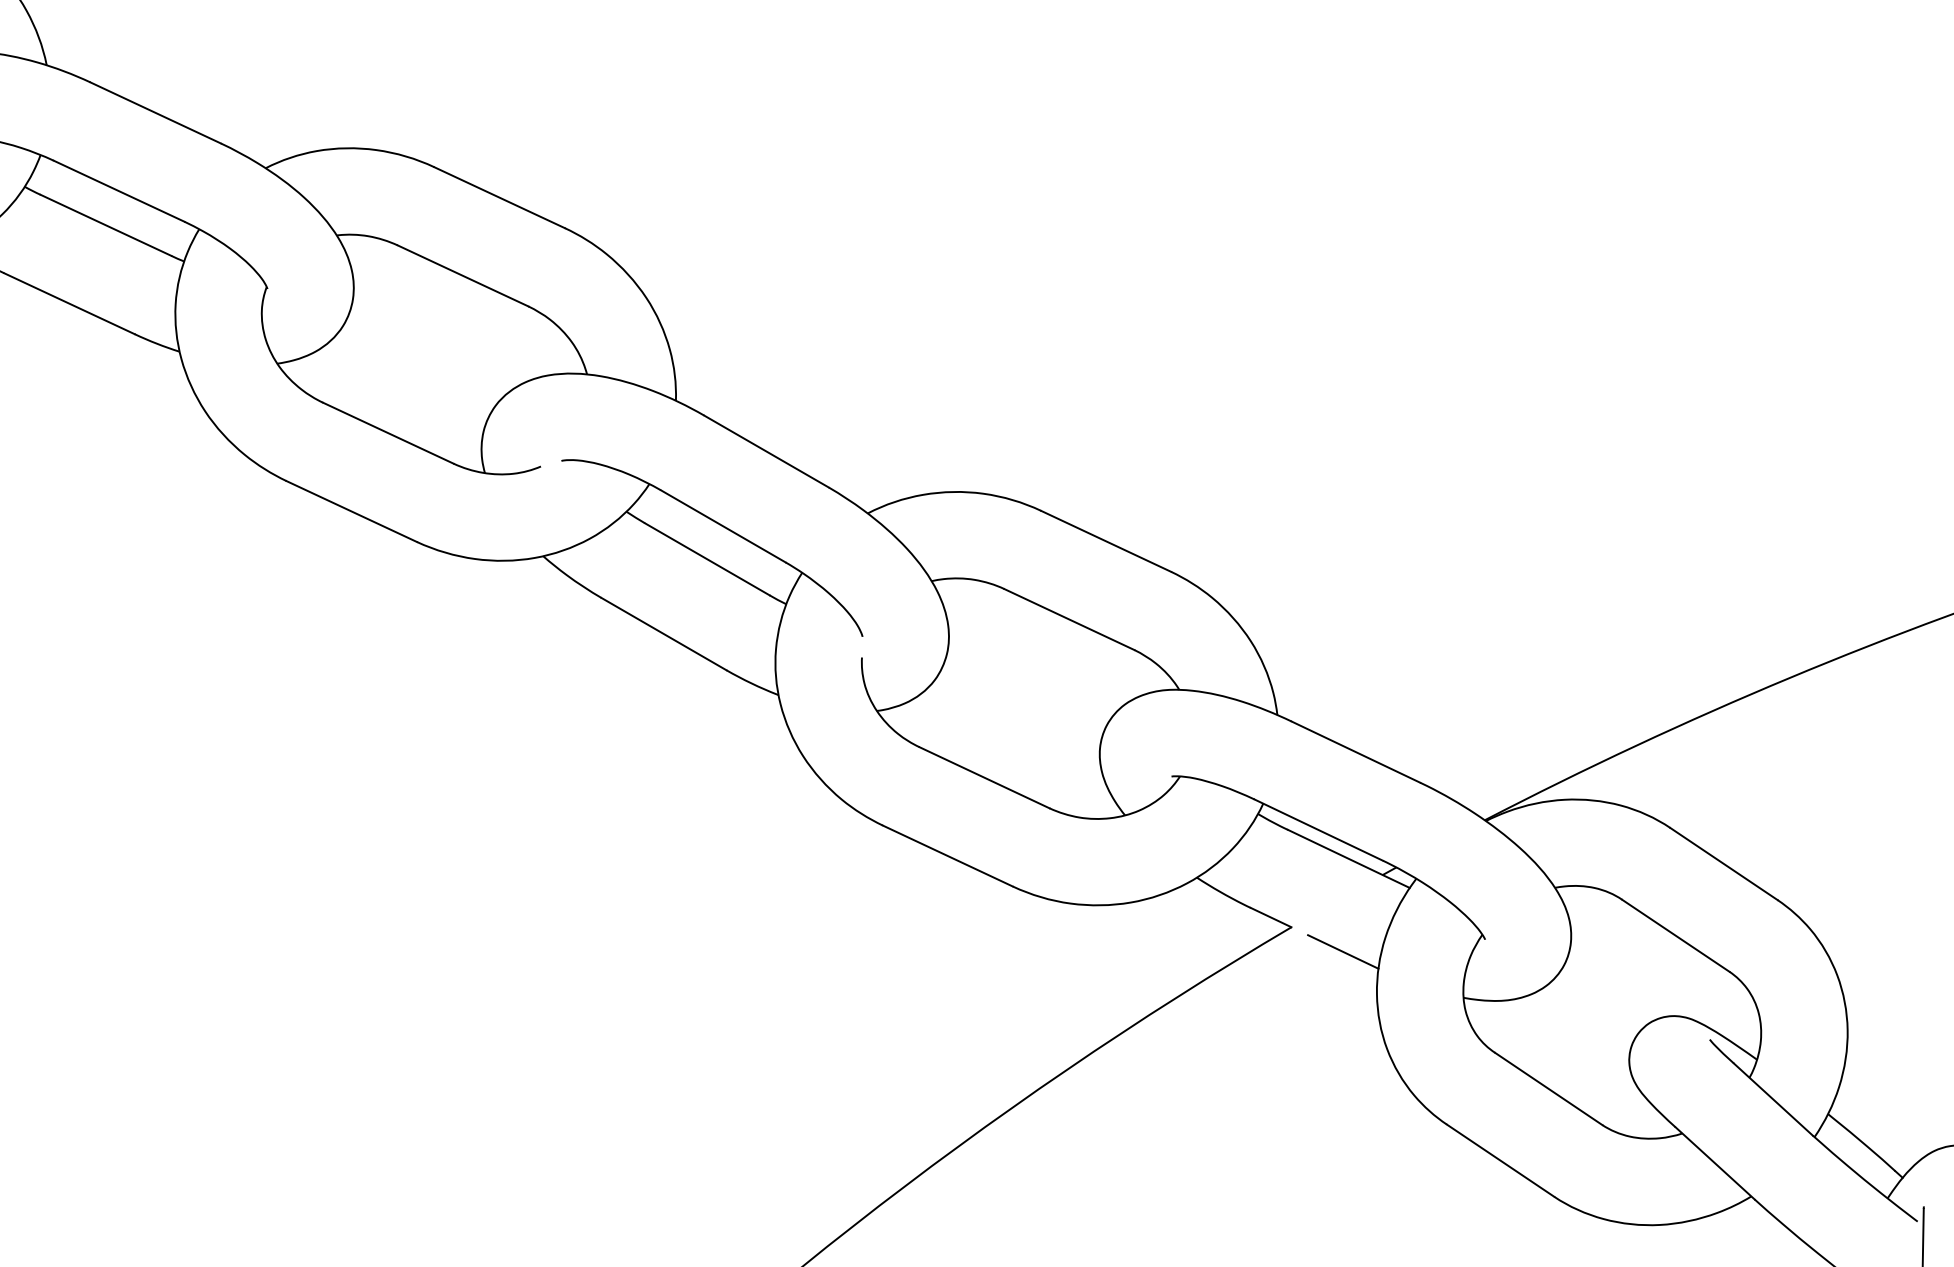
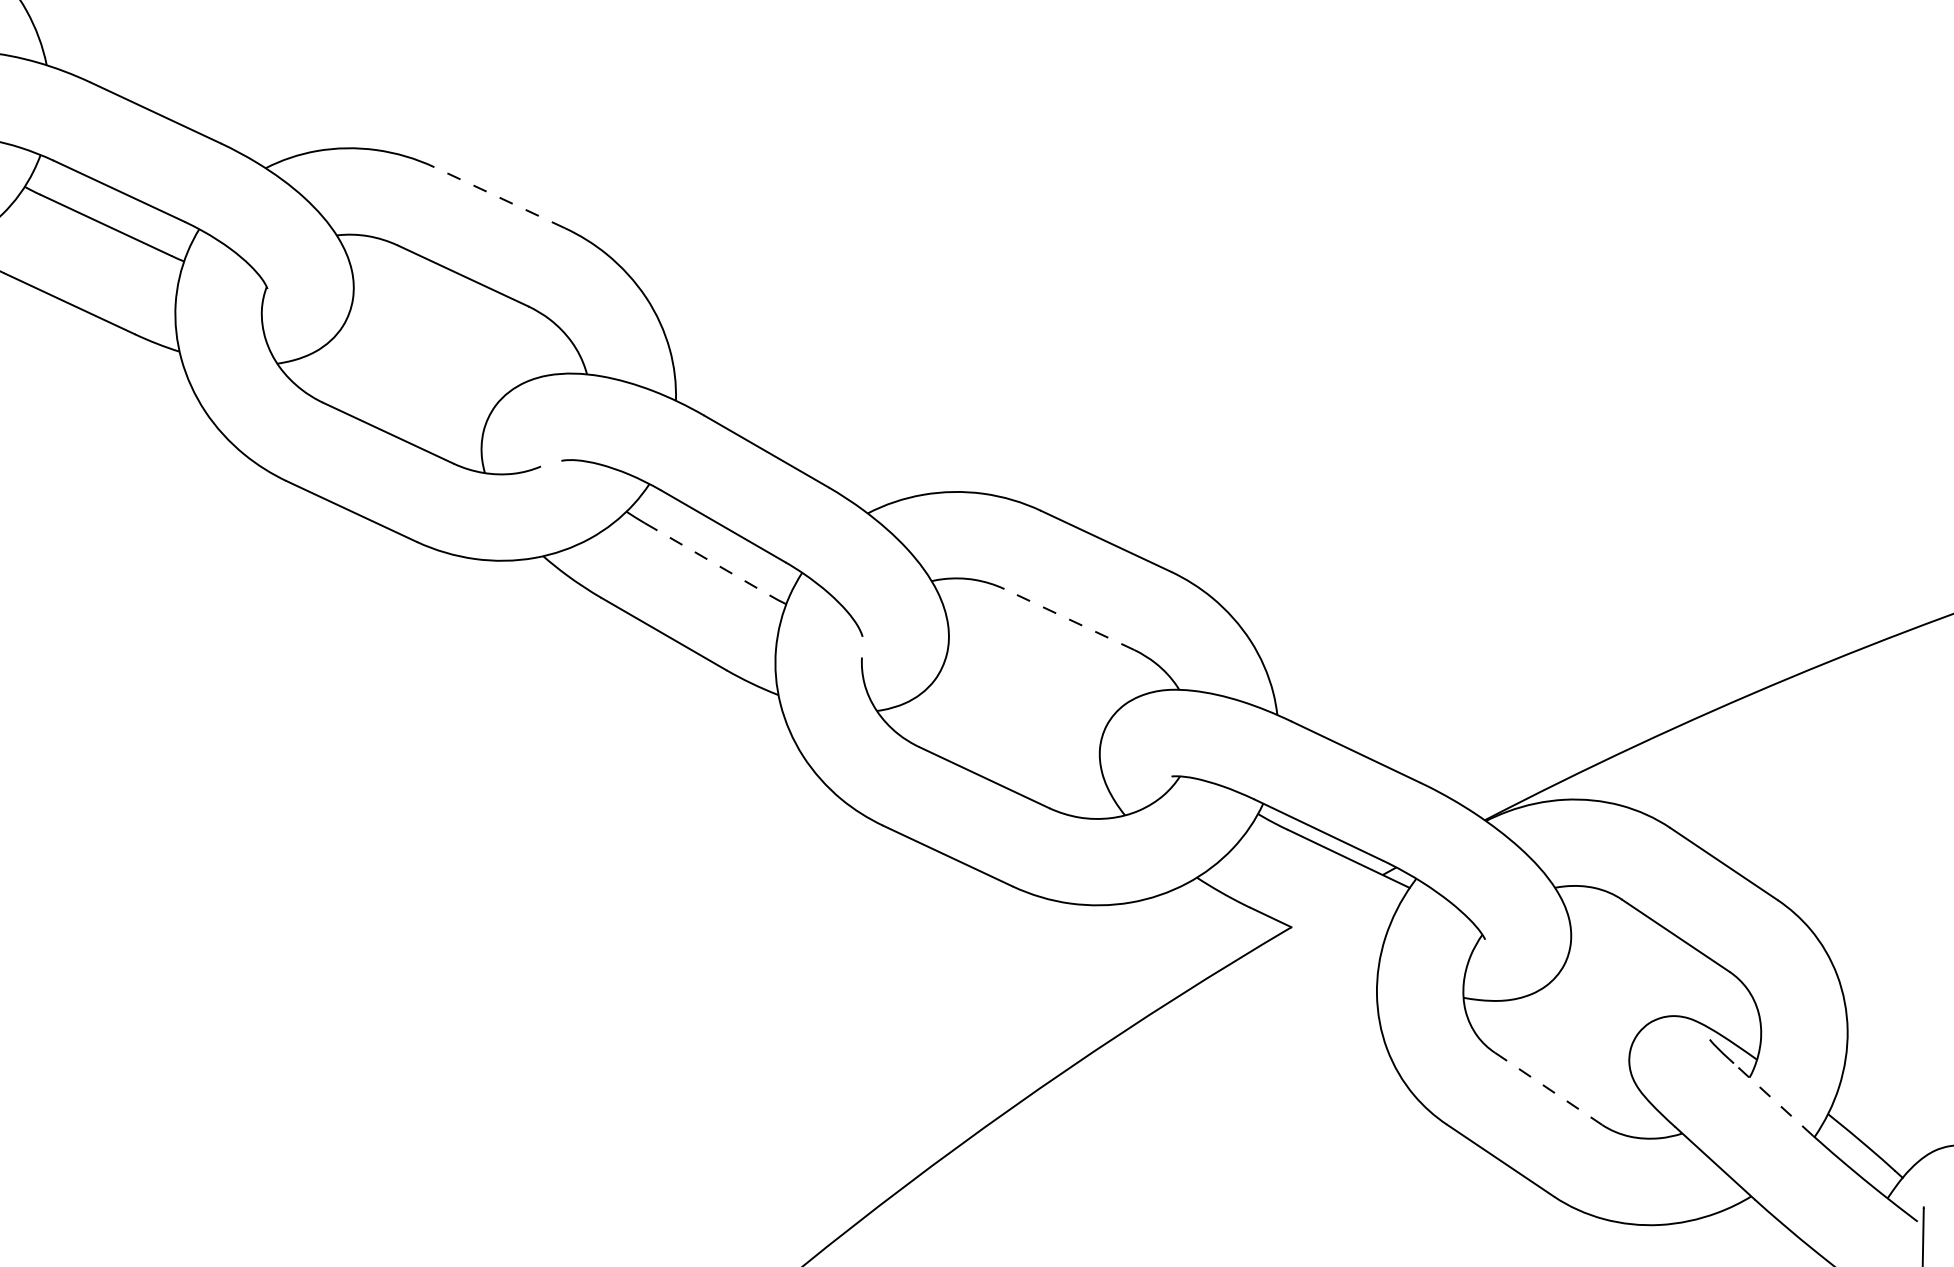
line at (499, 197): solid -> dashed
line at (707, 559): solid -> dashed
line at (1069, 619): solid -> dashed
line at (1343, 951): present -> none
line at (1548, 1088): solid -> dashed
line at (1773, 1099): solid -> dashed
